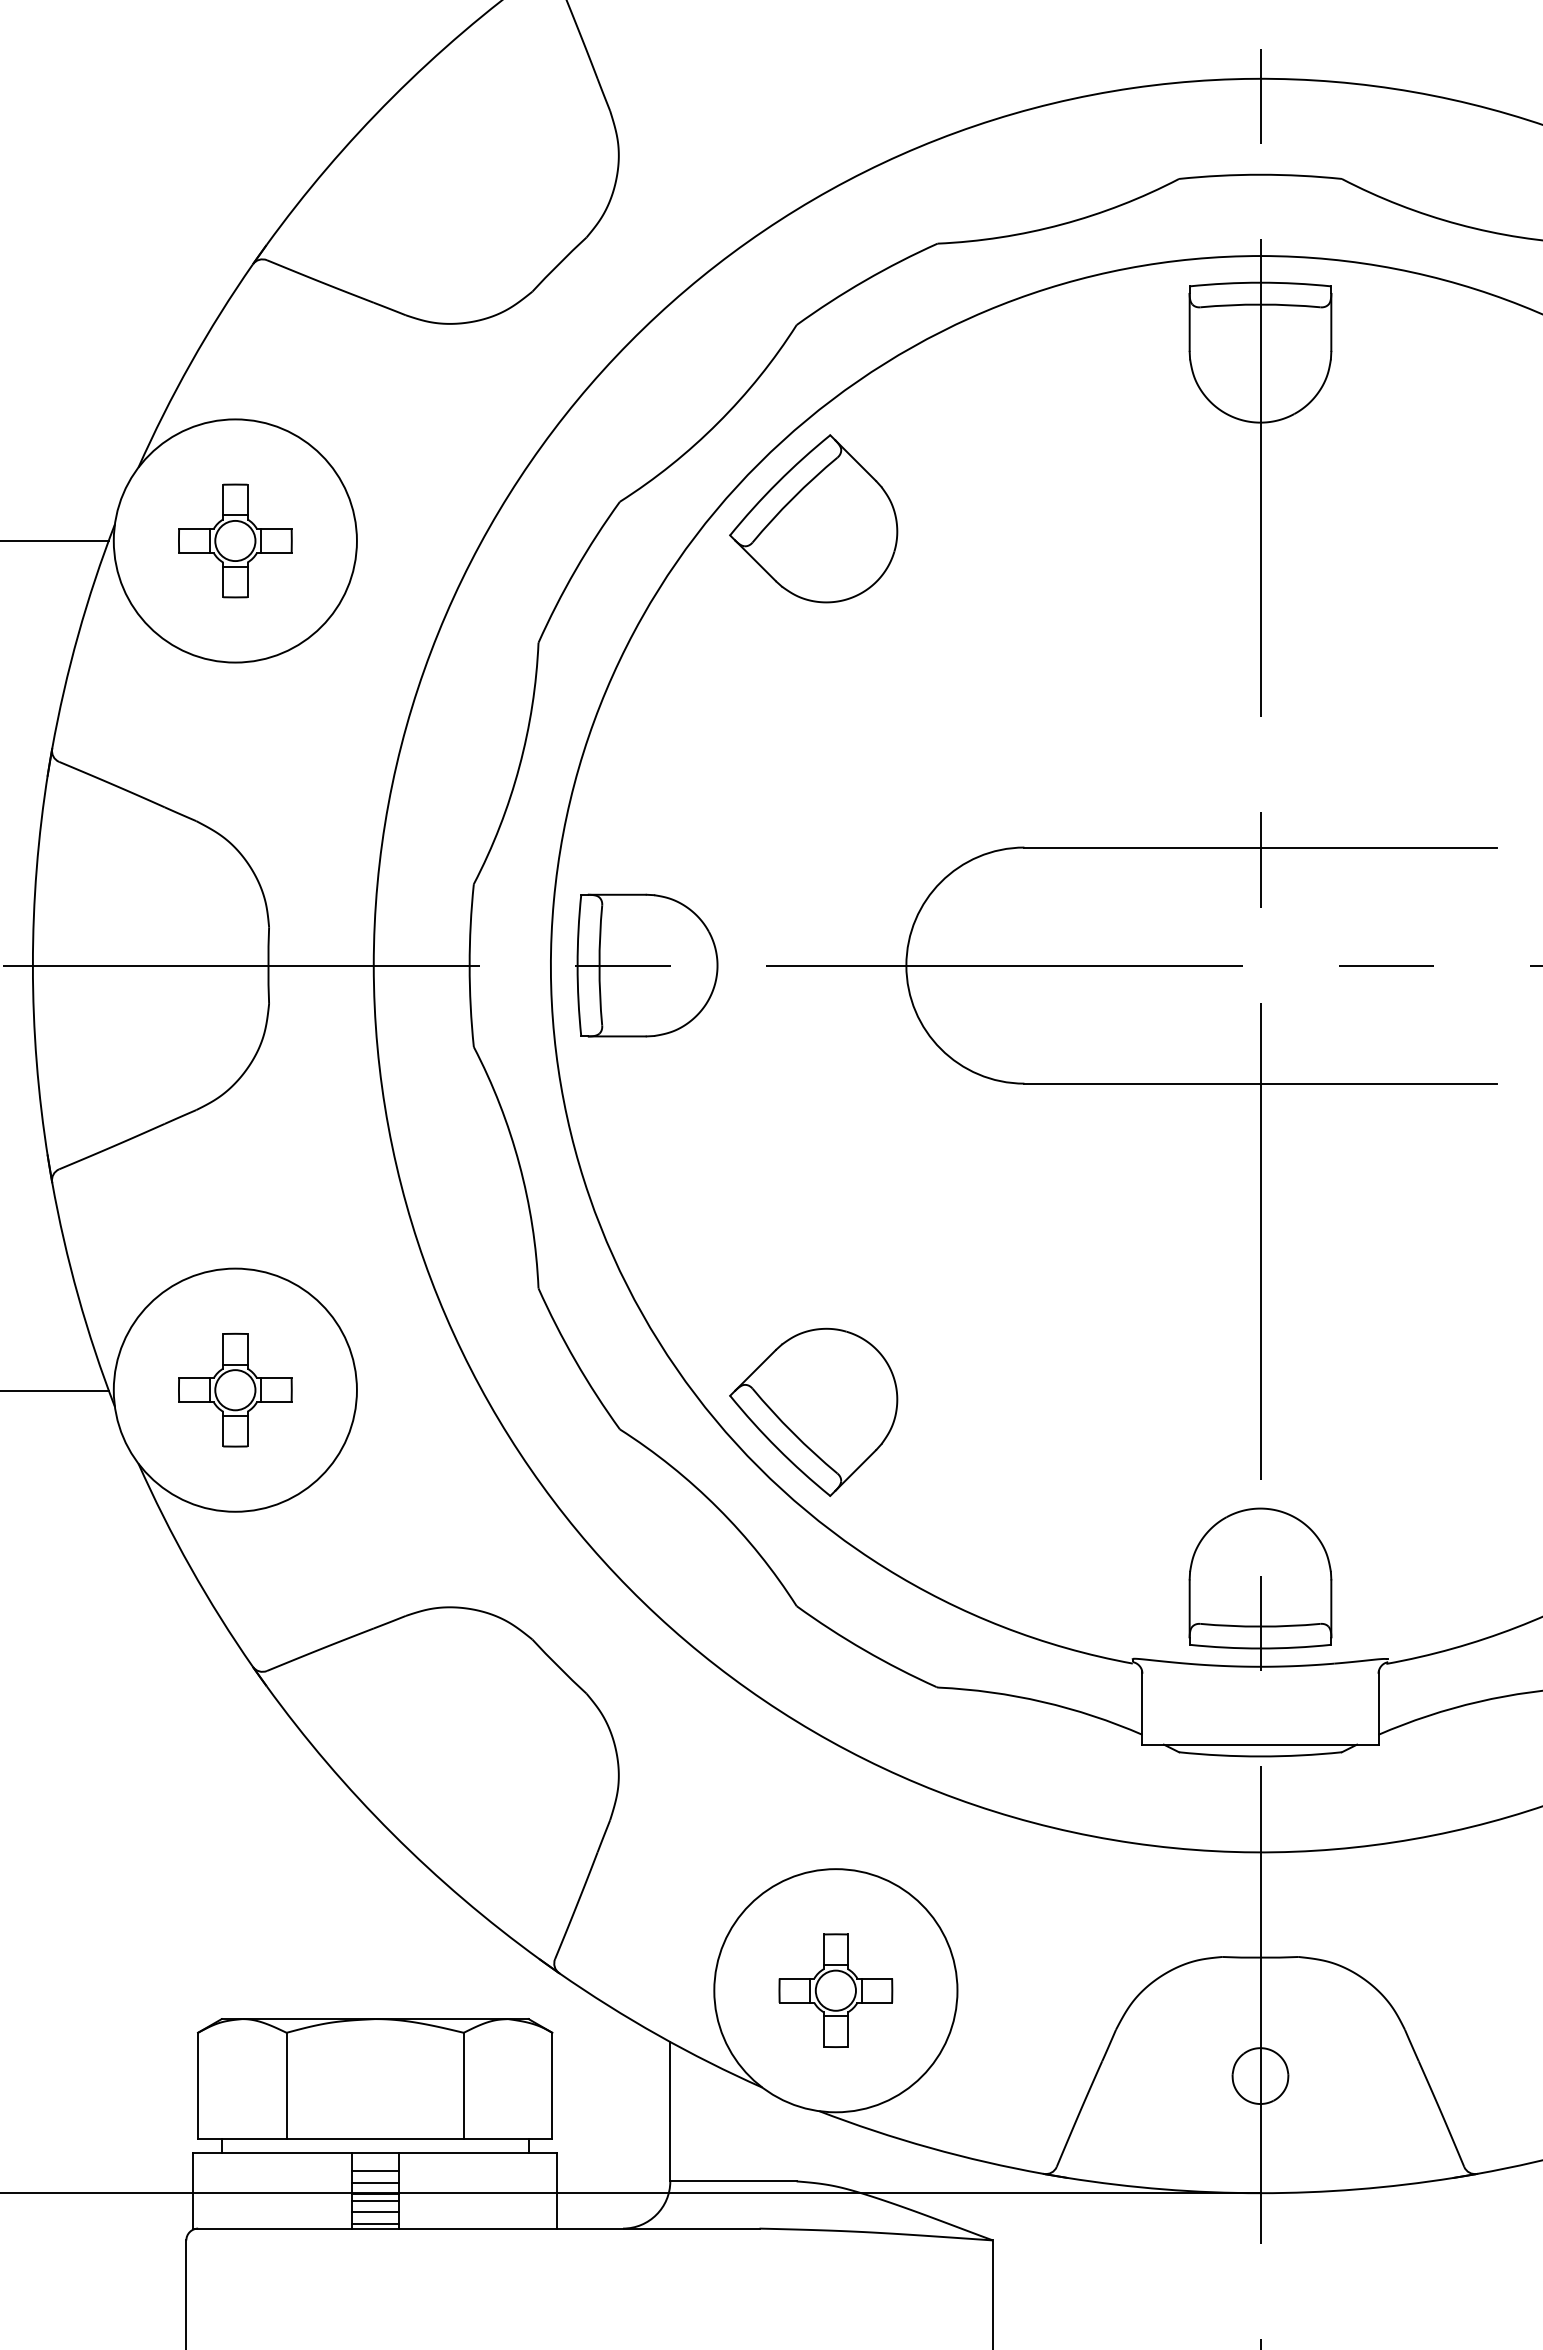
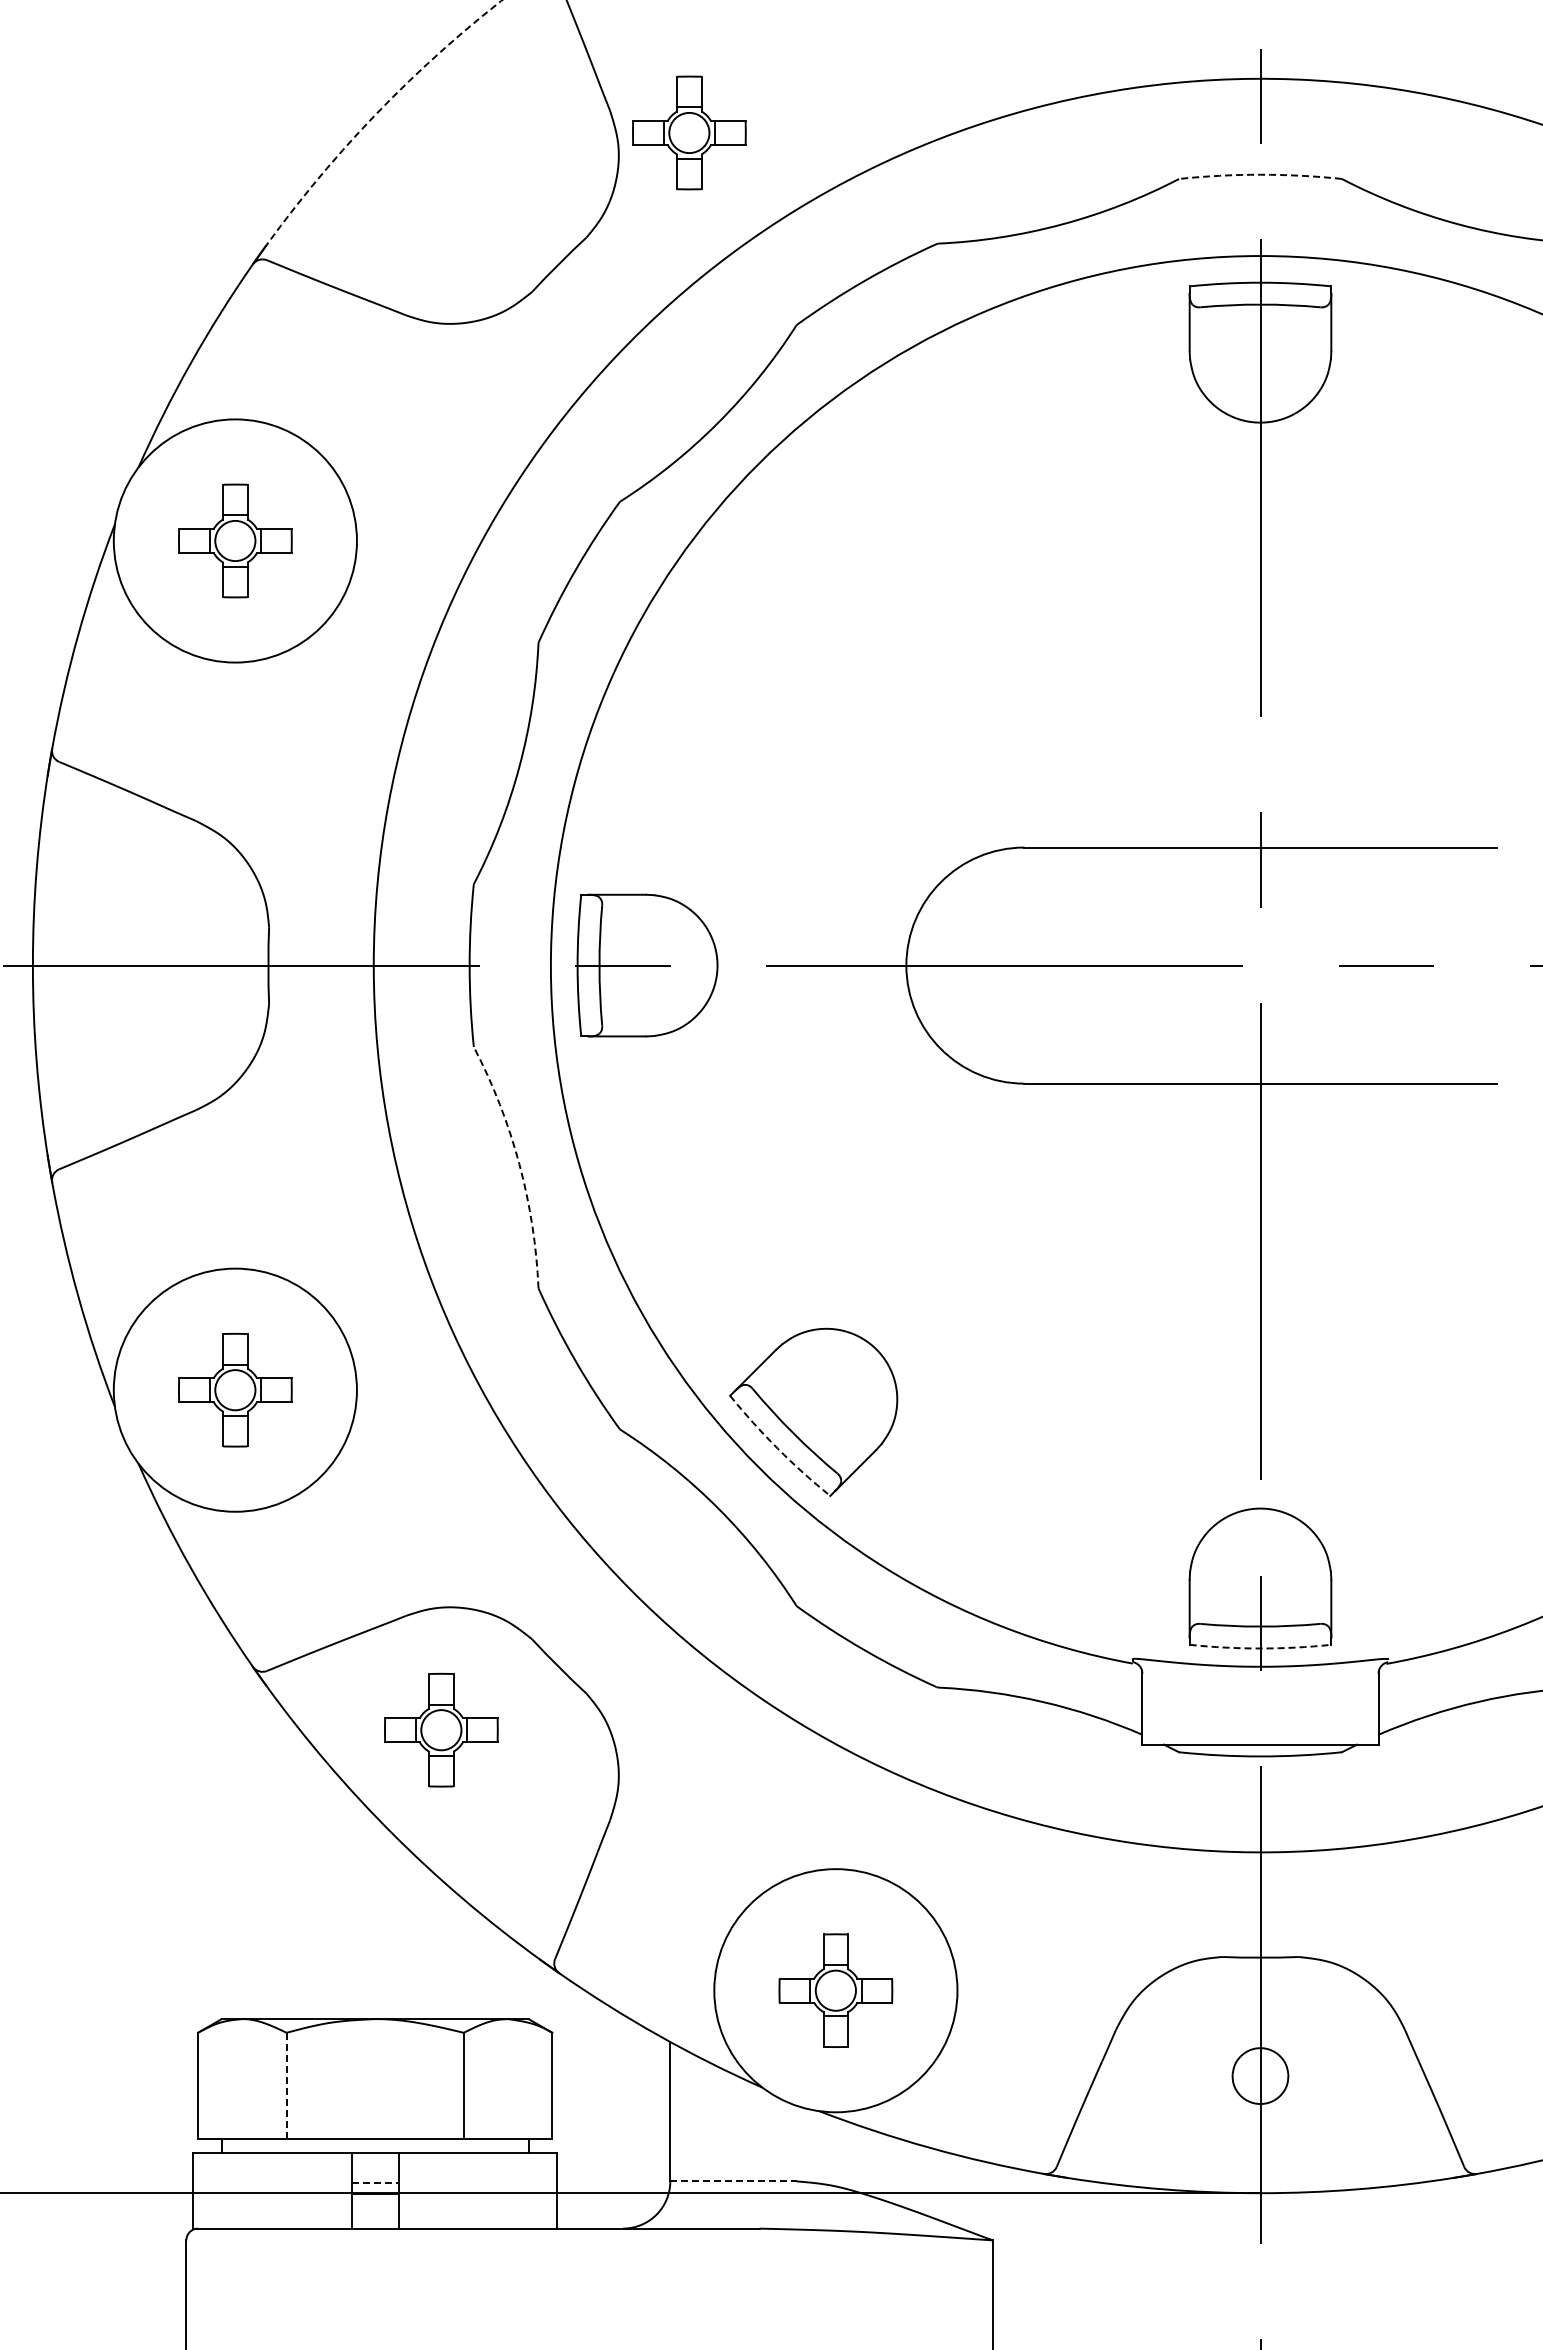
arc at (375, 114): solid -> dashed
part at (689, 132): none -> present
arc at (1260, 174): solid -> dashed
part at (813, 518): present -> none
line at (55, 540): present -> none
arc at (519, 1164): solid -> dashed
line at (55, 1390): present -> none
arc at (777, 1448): solid -> dashed
arc at (1260, 1648): solid -> dashed
part at (441, 1729): none -> present
line at (286, 2085): solid -> dashed
line at (374, 2171): present -> none
line at (733, 2181): solid -> dashed
line at (375, 2182): solid -> dashed
line at (374, 2200): present -> none
line at (374, 2212): present -> none
line at (374, 2223): present -> none
